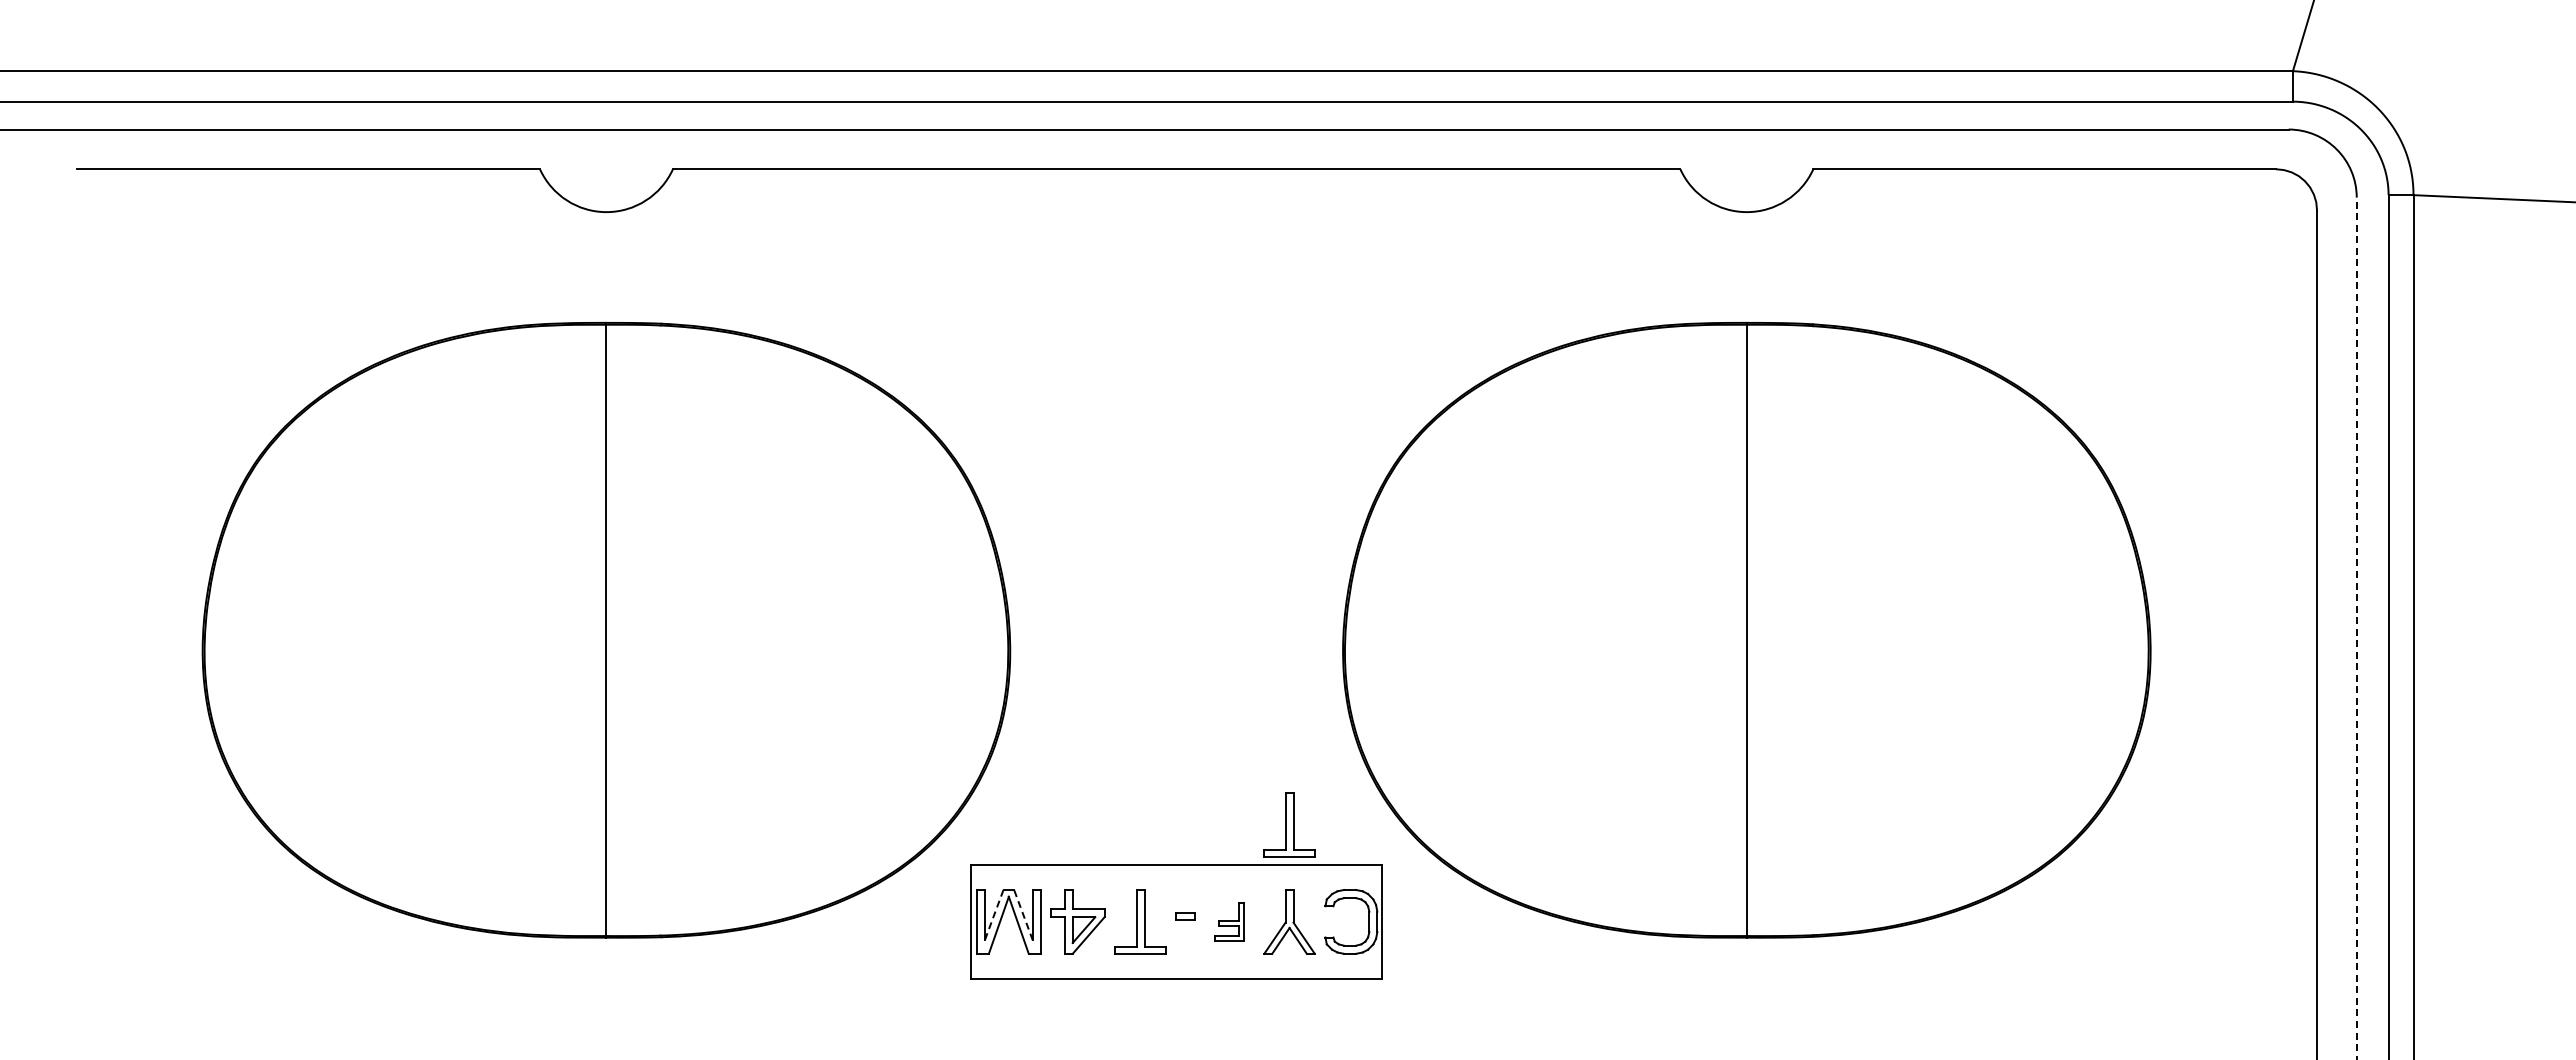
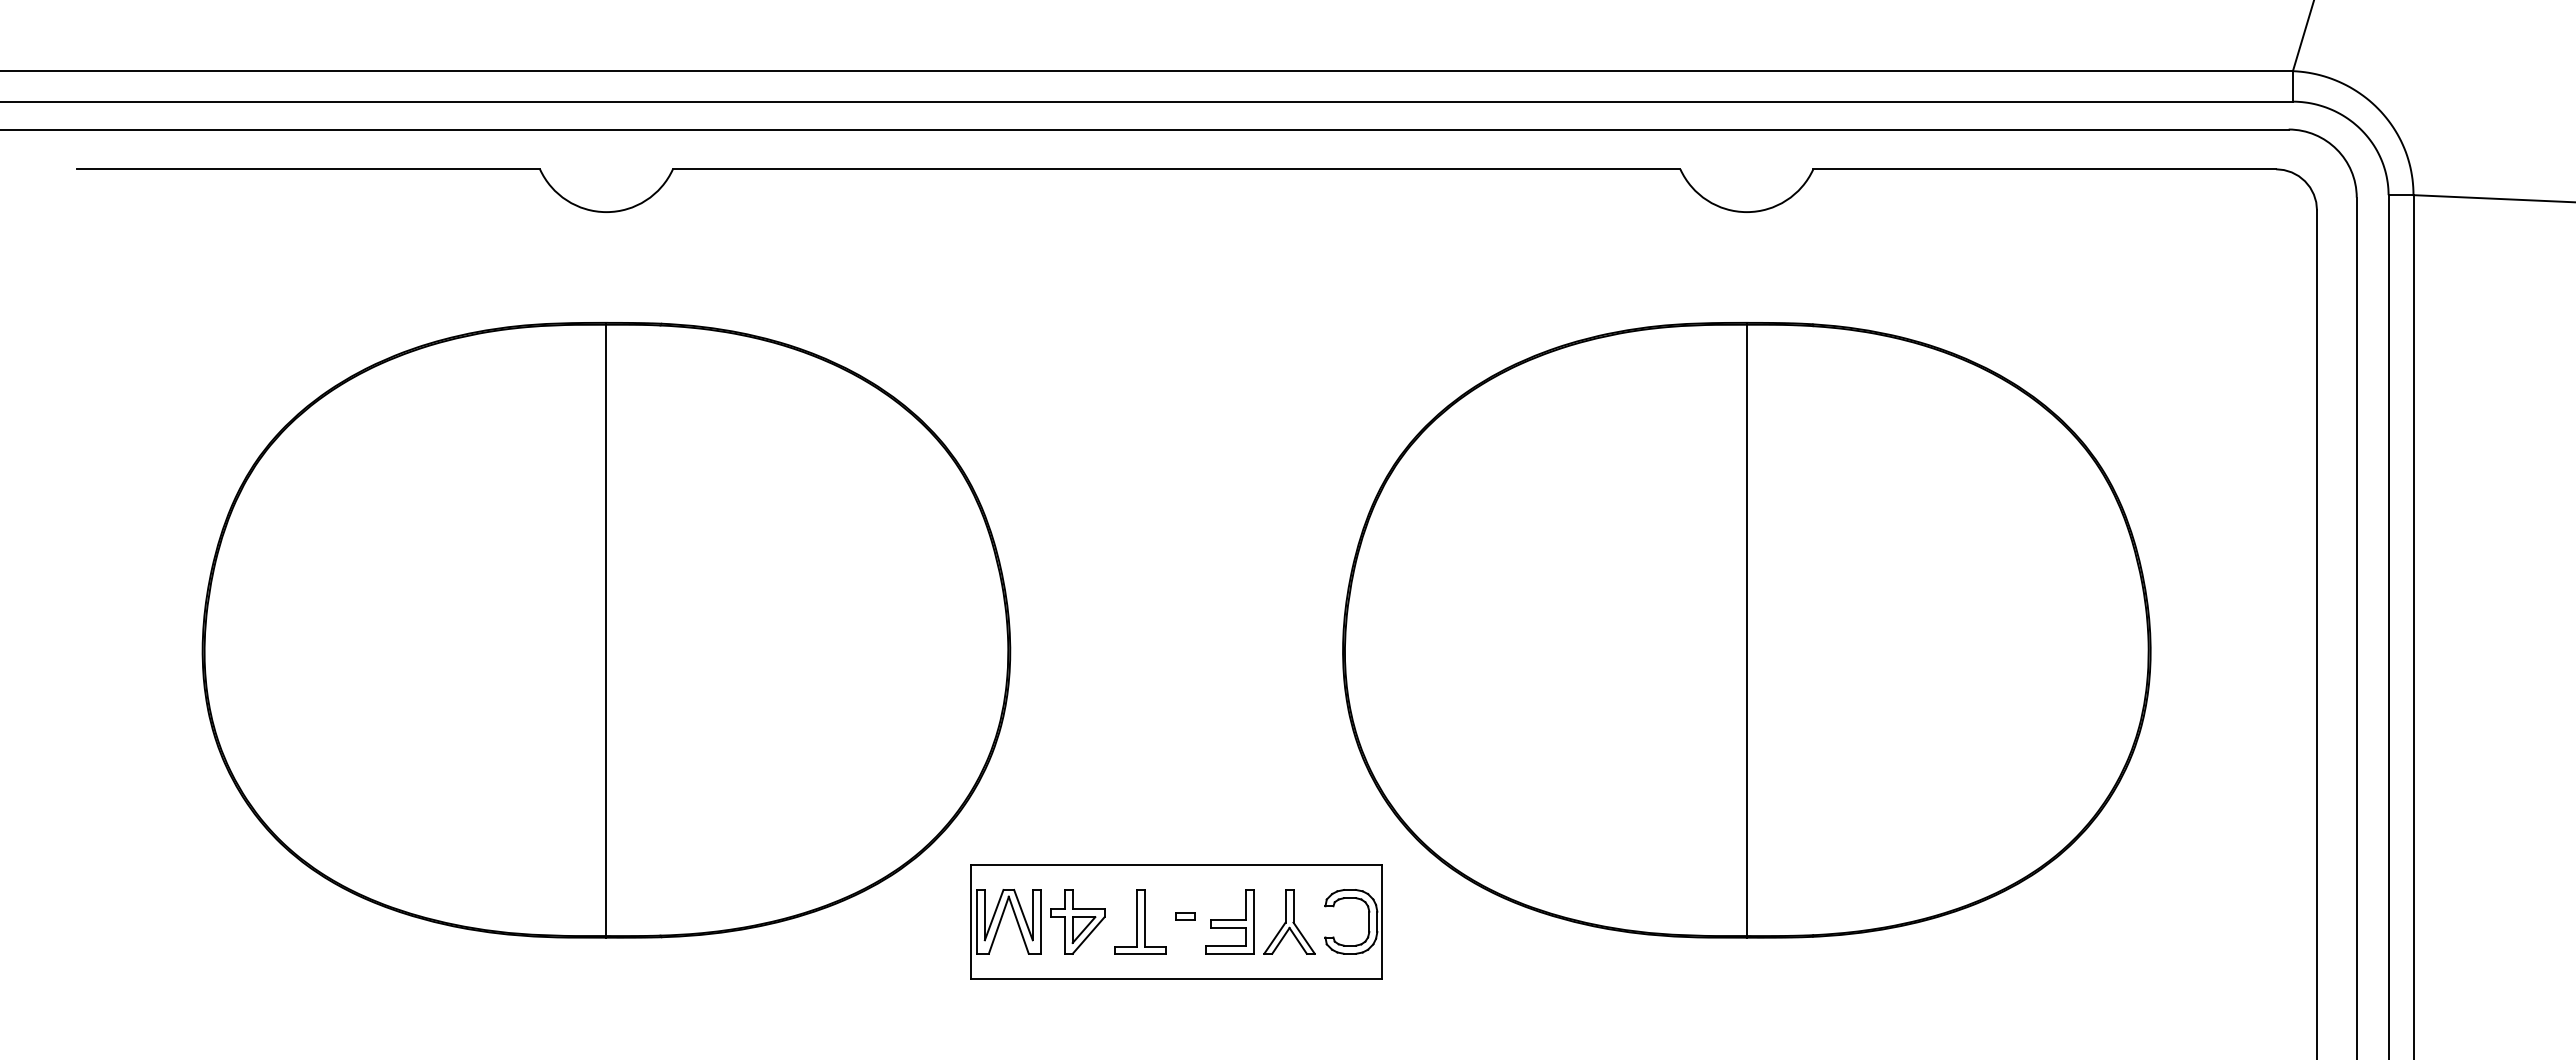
line at (2356, 628): dashed -> solid
part at (1289, 824): present -> none
line at (994, 915): dashed -> solid
line at (1023, 915): dashed -> solid
part at (1229, 921) size: 31x40 px -> 50x66 px
